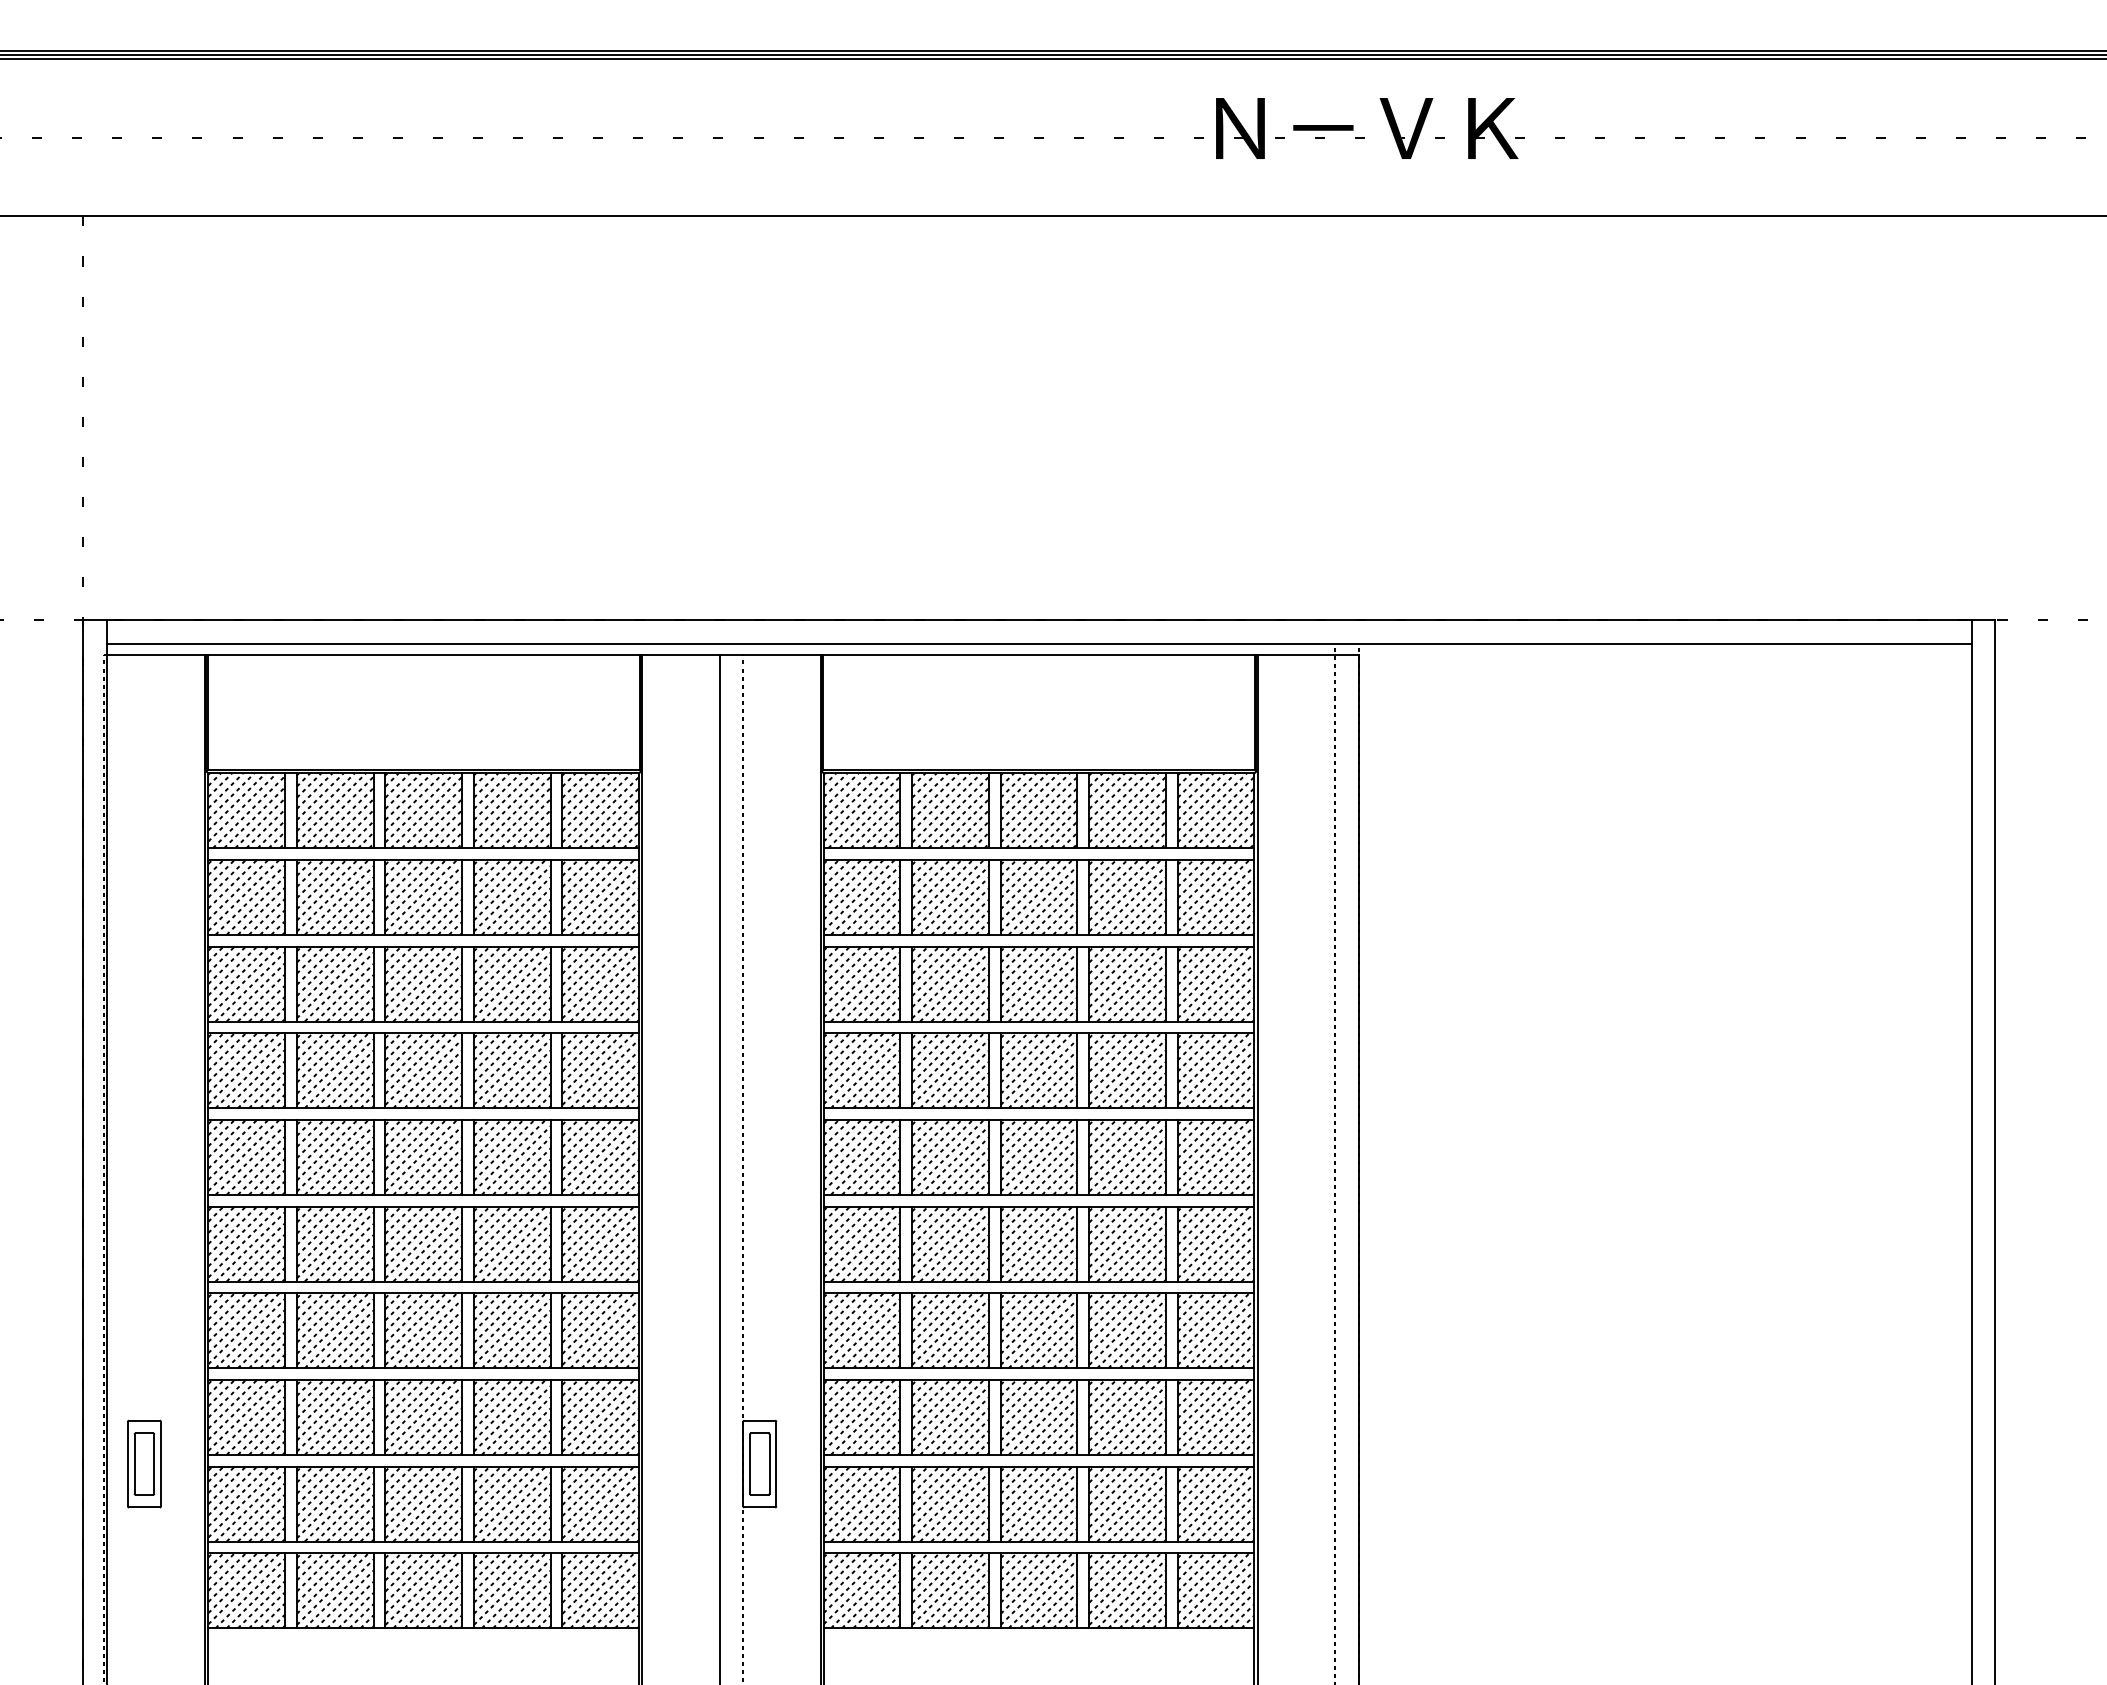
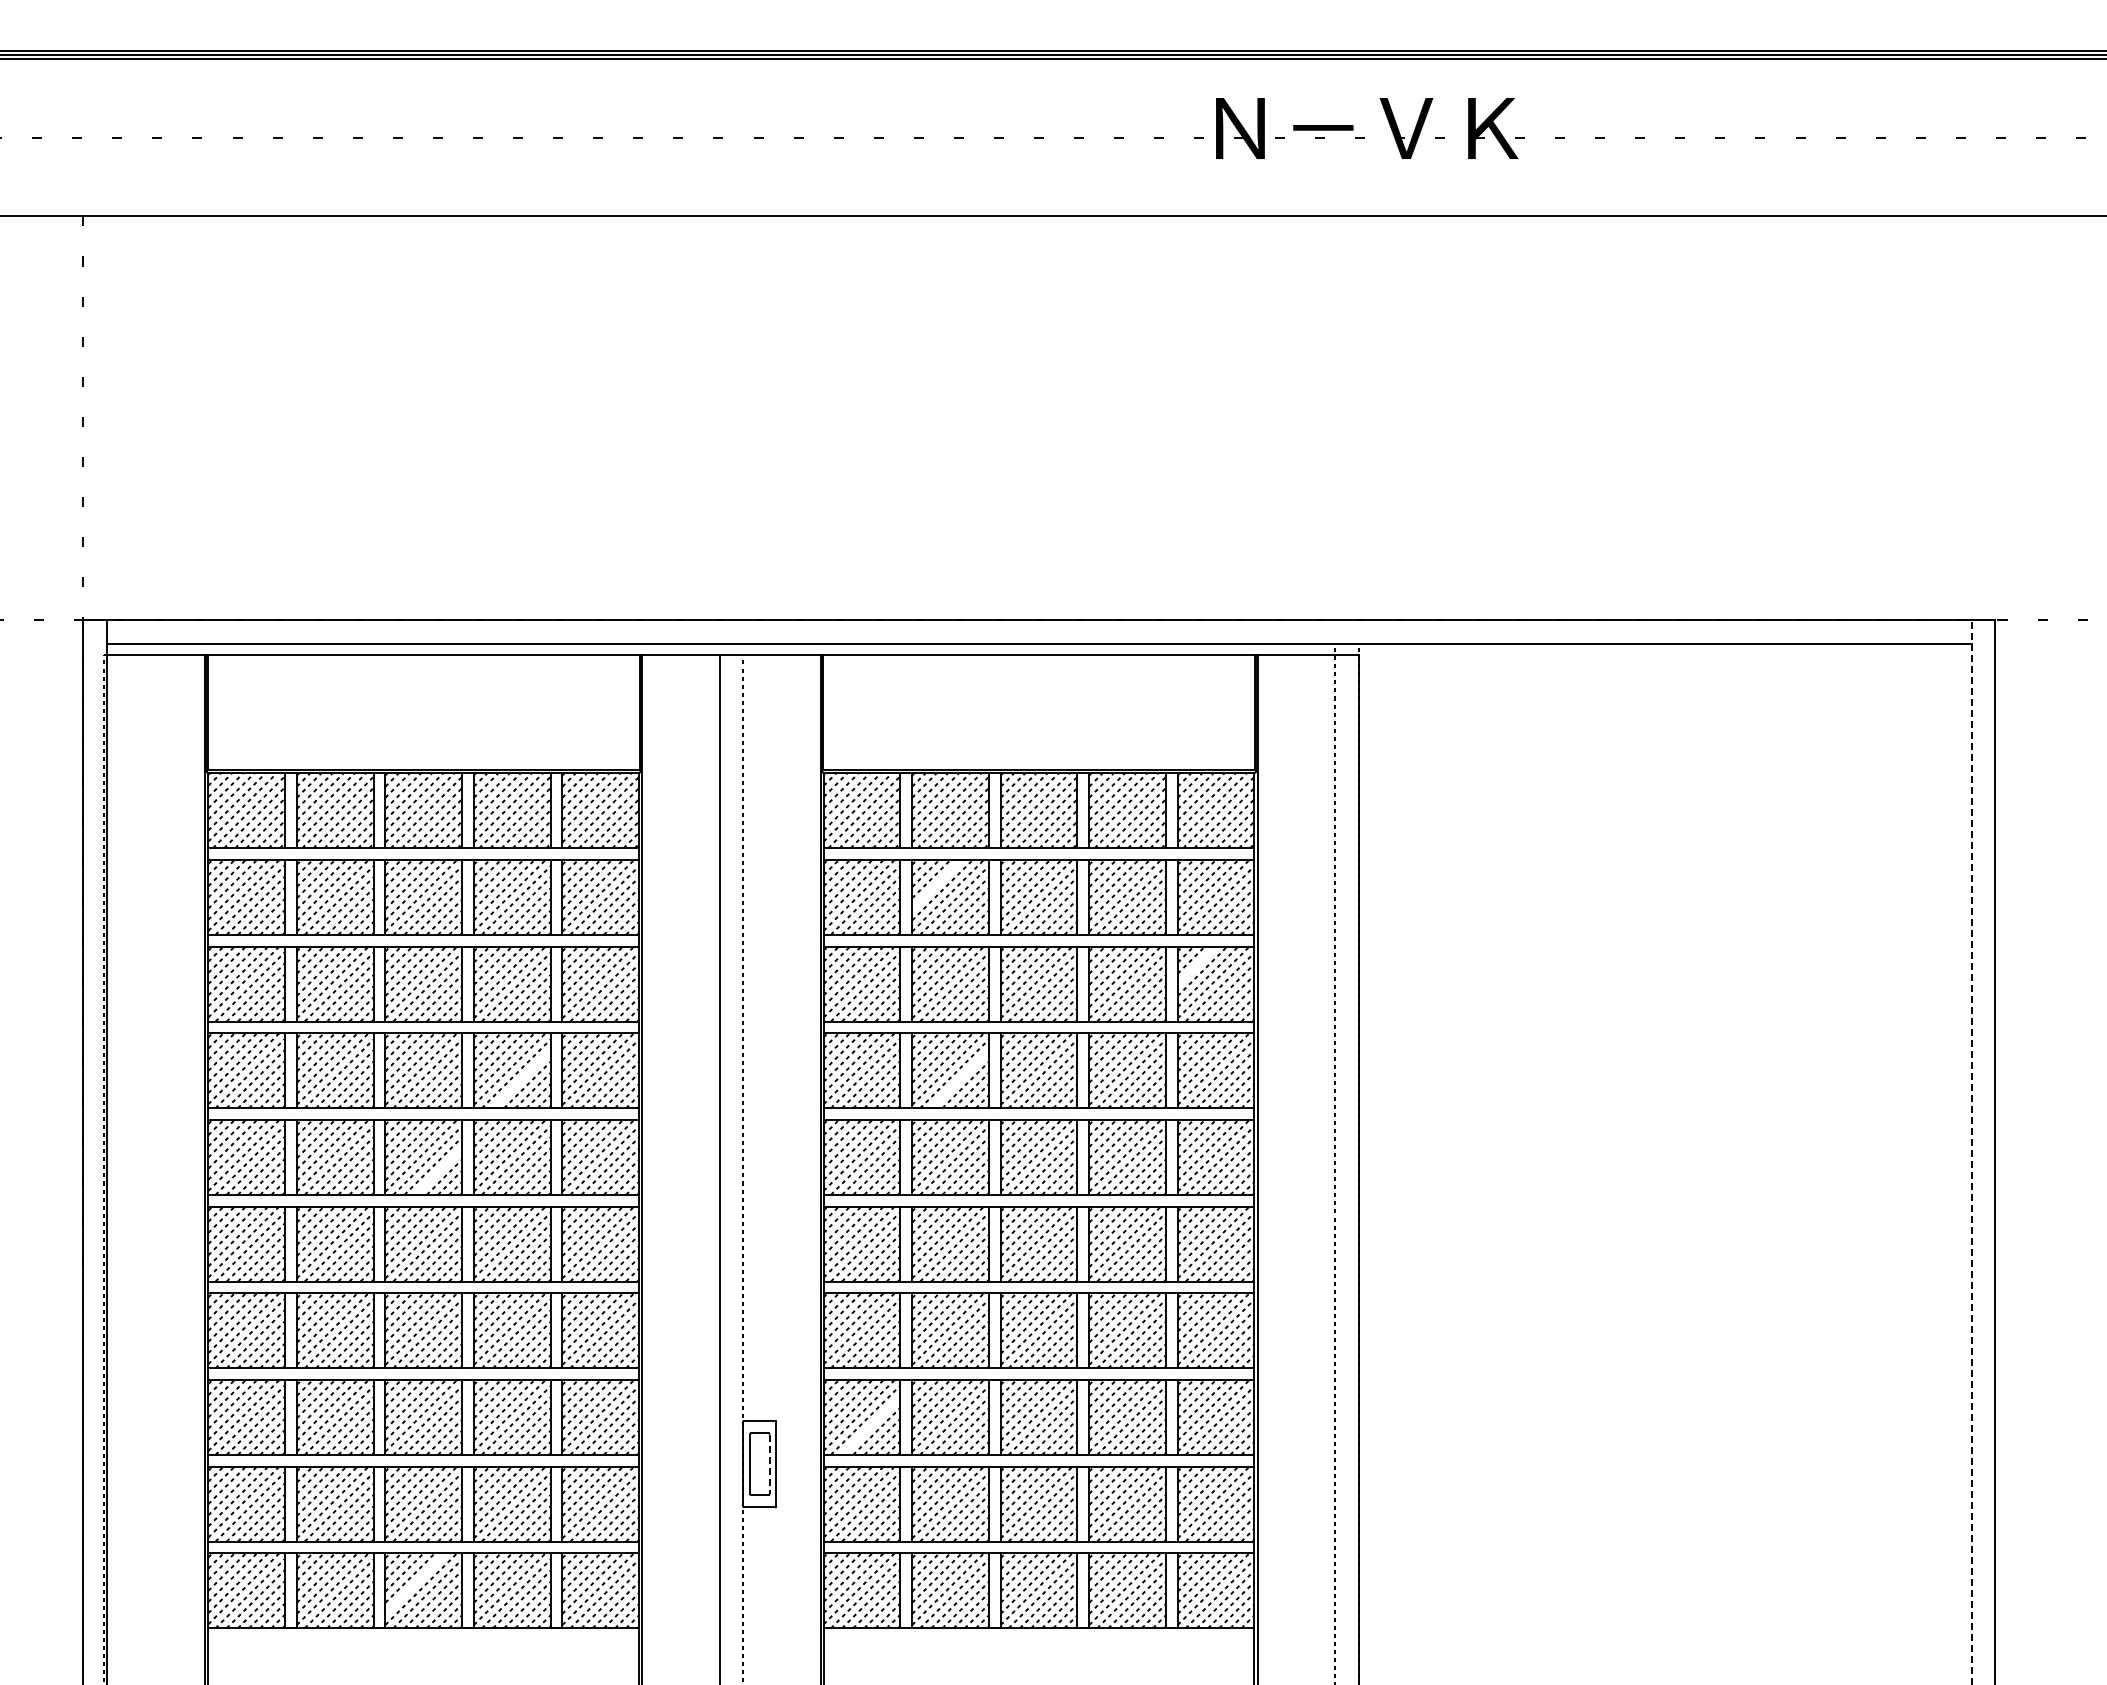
line at (936, 884): present -> none
line at (1196, 965): present -> none
line at (521, 1079): present -> none
line at (959, 1079): present -> none
line at (1971, 1152): solid -> dashed
line at (438, 1171): present -> none
line at (871, 1425): present -> none
part at (144, 1463): present -> none
line at (769, 1464): solid -> dashed
line at (415, 1583): present -> none
